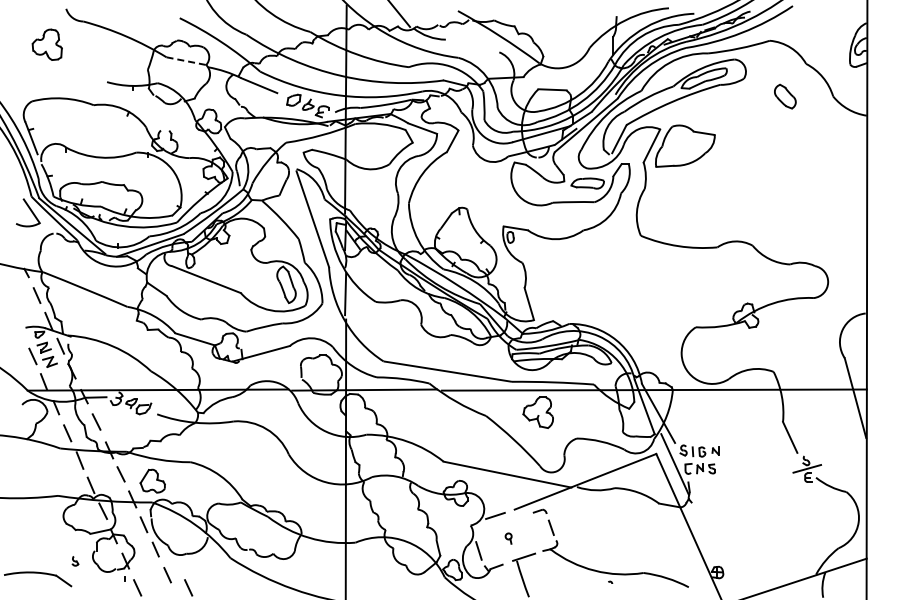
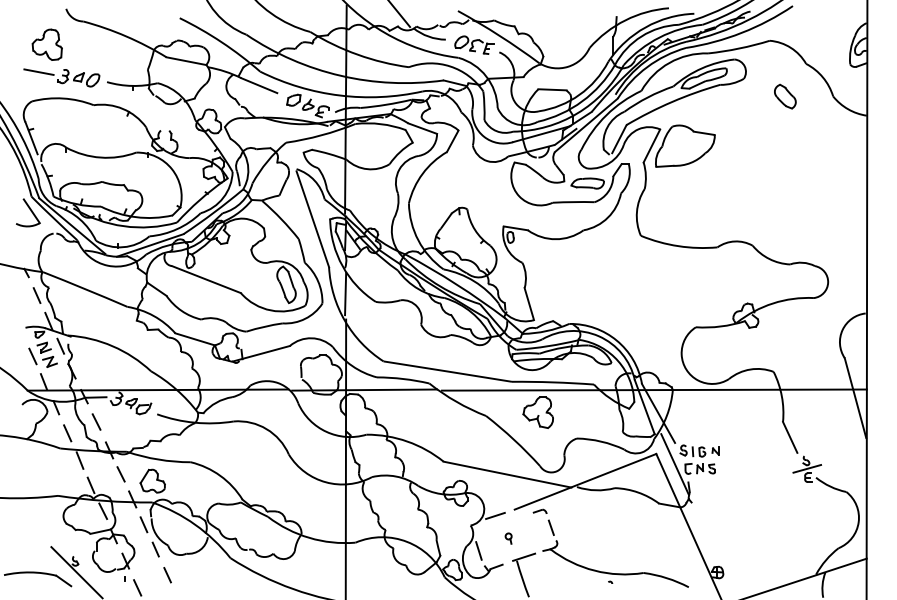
part at (474, 44): none -> present
line at (186, 61): dashed -> solid
part at (61, 77): none -> present
line at (76, 571): none -> present
line at (188, 587): present -> none
